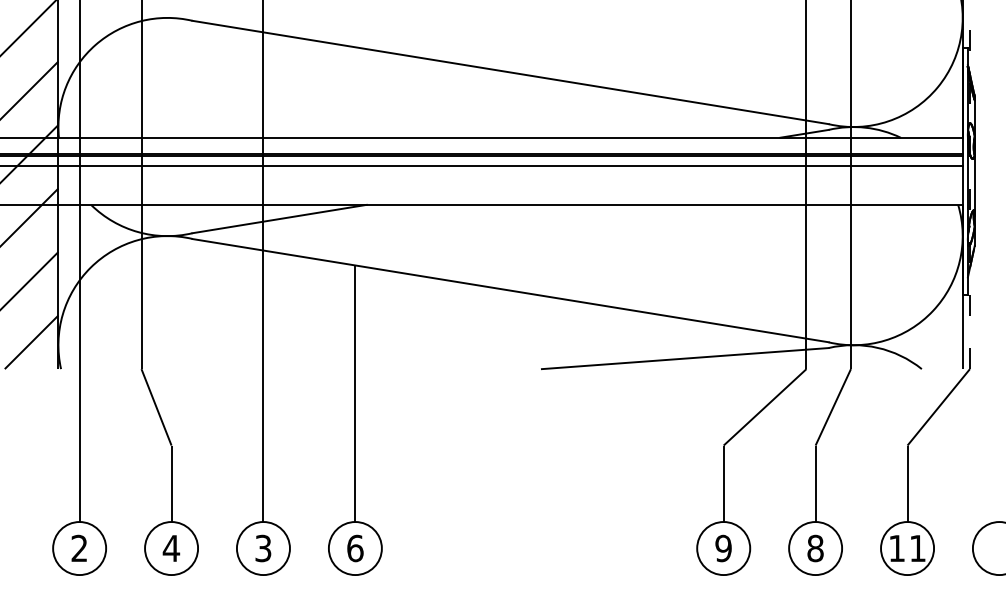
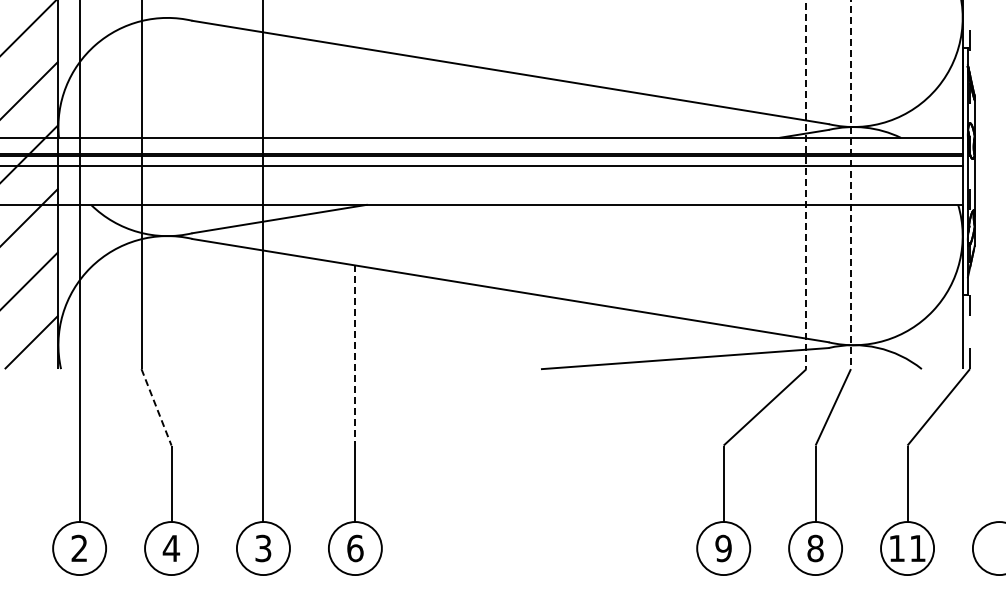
line at (806, 185): solid -> dashed
line at (850, 185): solid -> dashed
line at (355, 356): solid -> dashed
line at (156, 407): solid -> dashed
